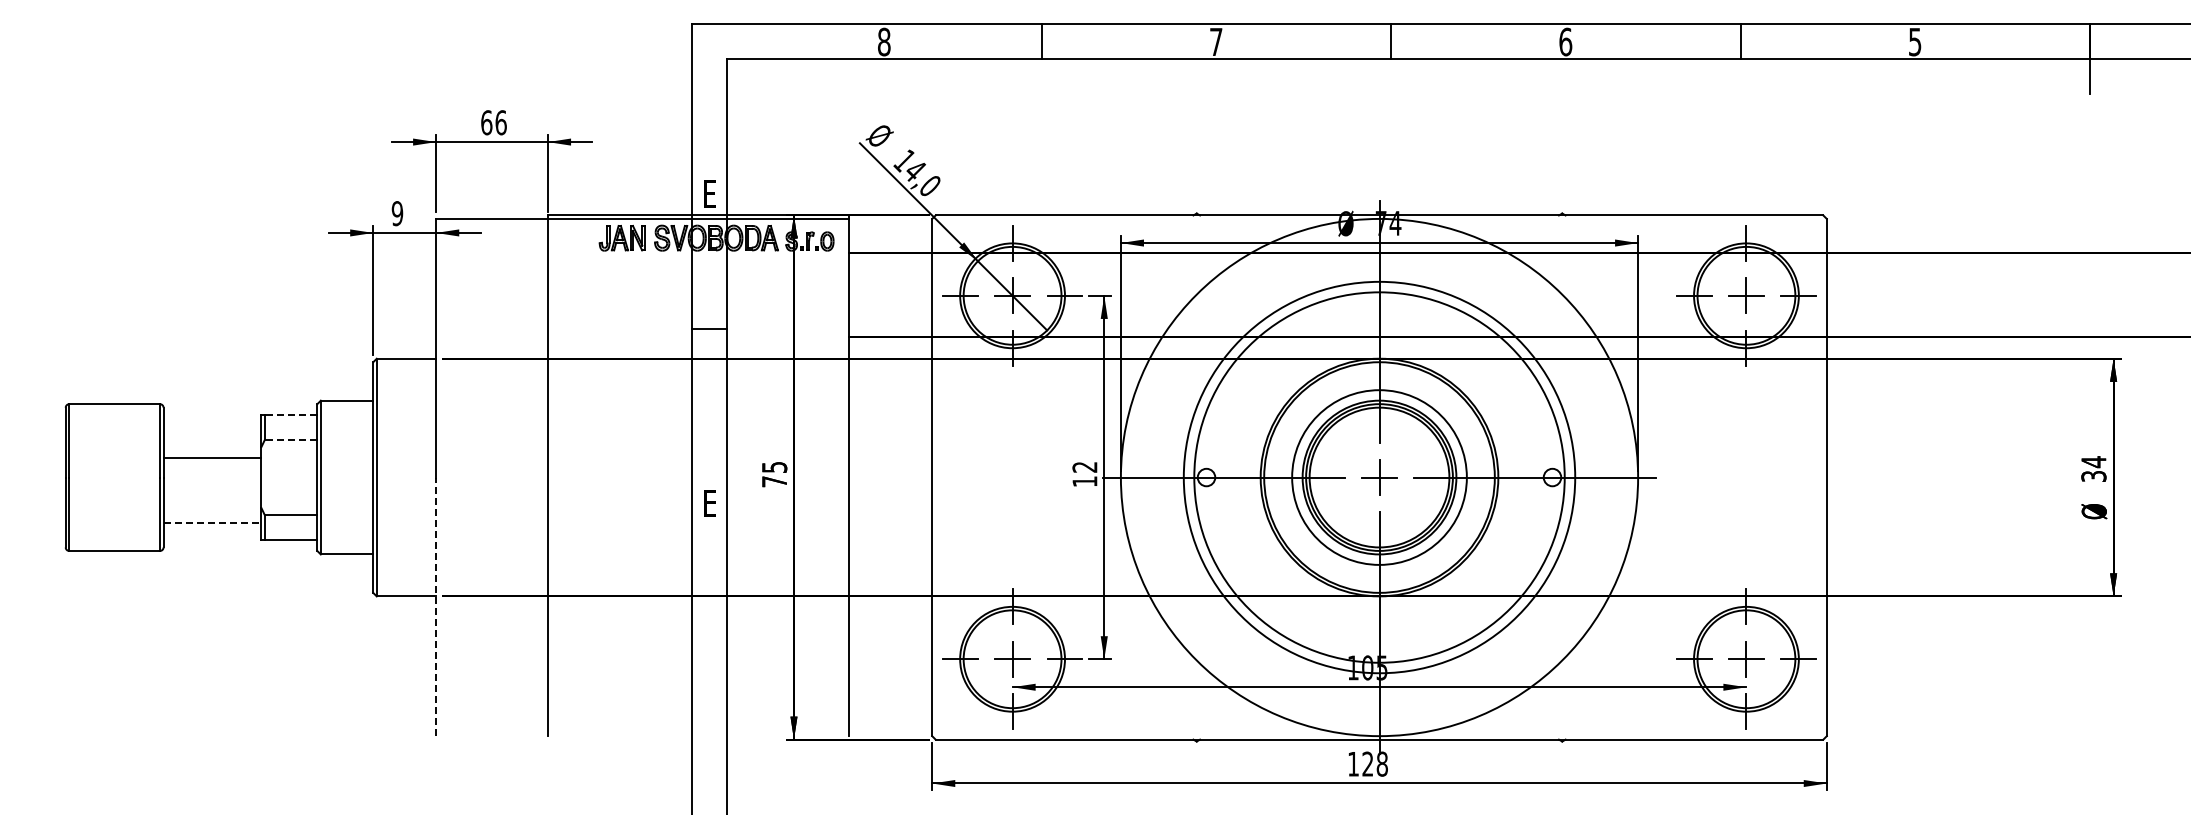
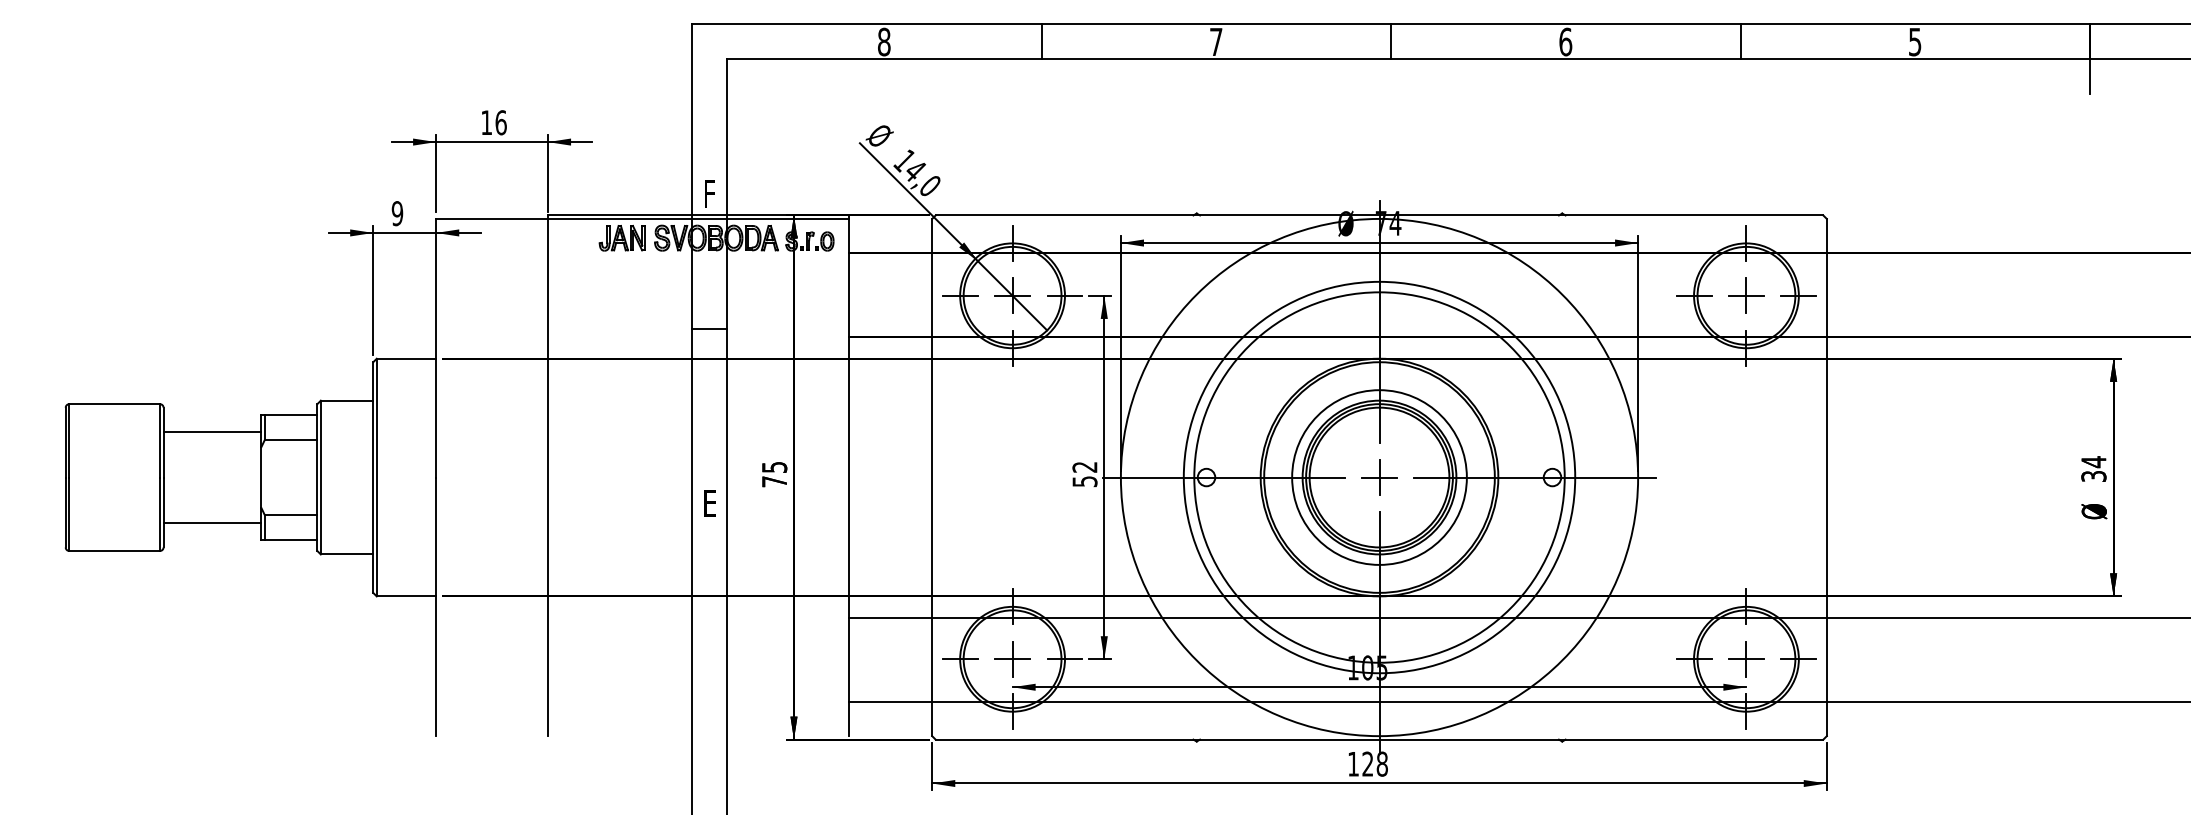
text at (486, 122): 66 -> 16
text at (709, 193): E -> F
line at (290, 414): dashed -> solid
line at (290, 439): dashed -> solid
line at (212, 458) position: (212, 458) -> (212, 432)
text at (1084, 481): 12 -> 52
line at (212, 523): dashed -> solid
line at (436, 606): dashed -> solid
line at (1517, 618): none -> present
line at (1517, 702): none -> present
